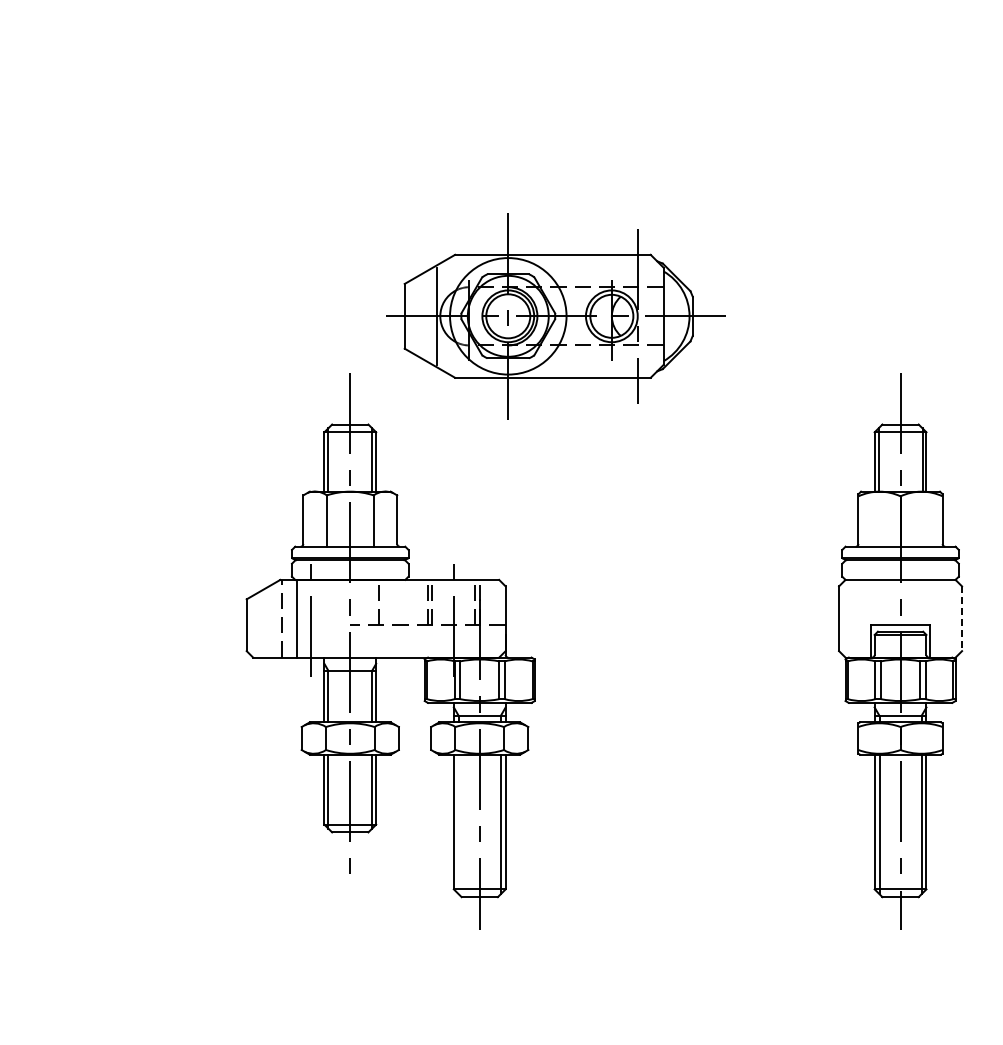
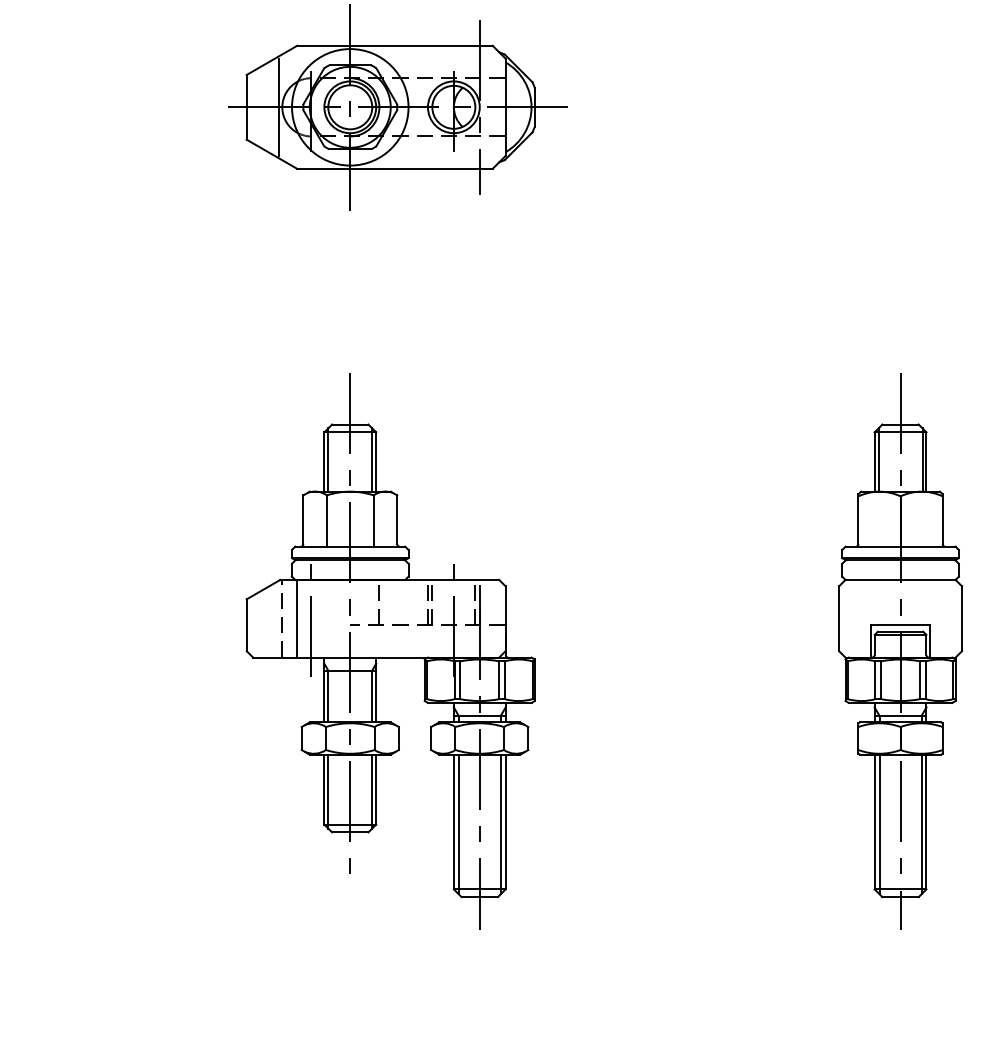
part at (555, 316) position: (555, 316) -> (397, 107)
line at (962, 619): dashed -> solid
line at (458, 824): none -> present
